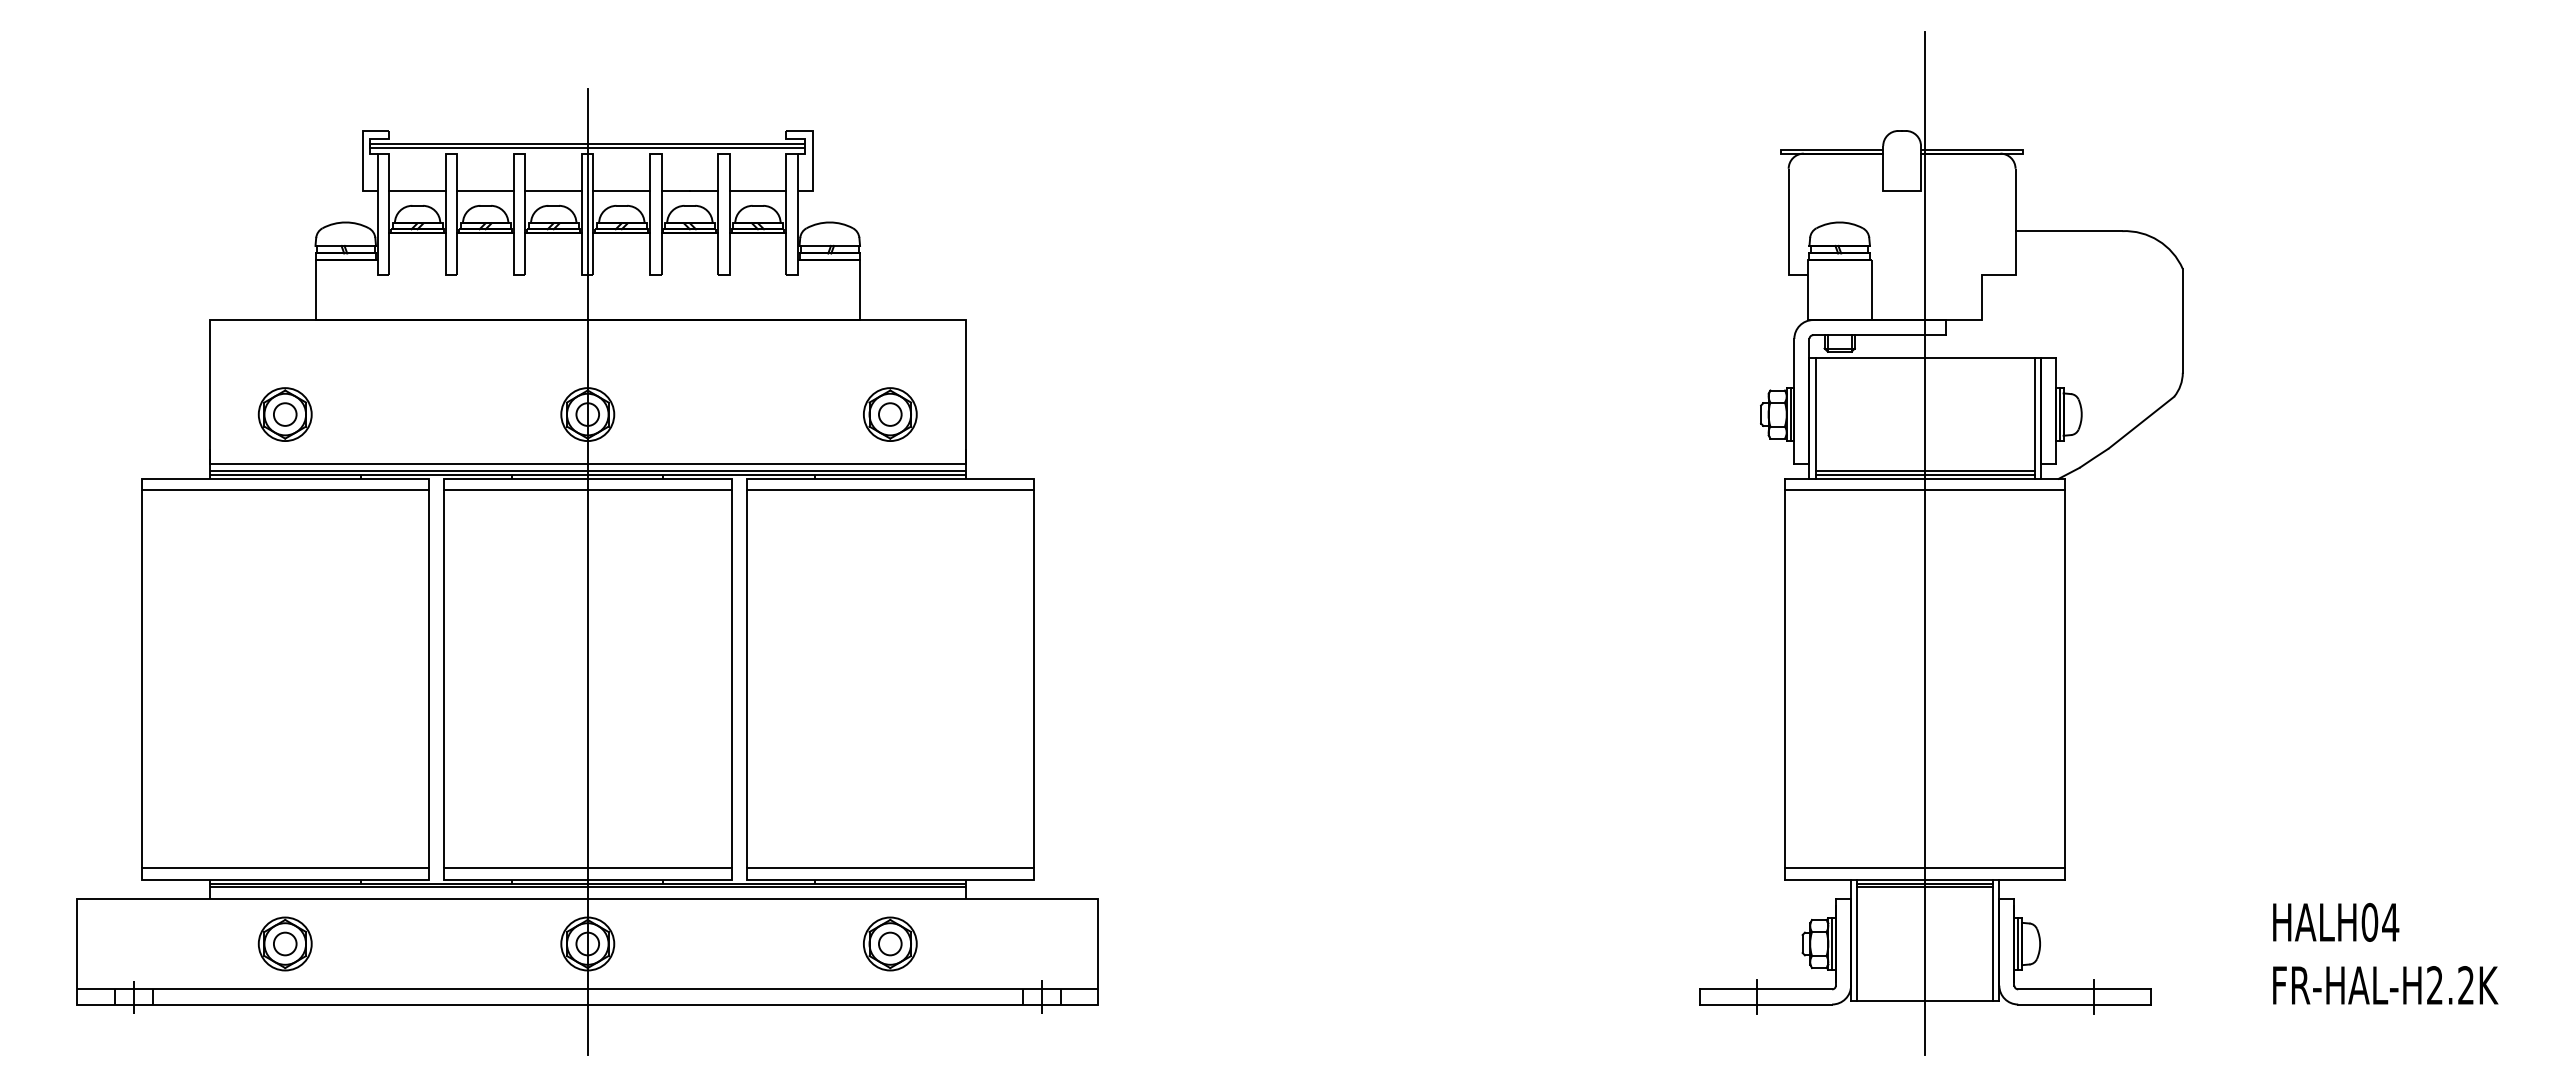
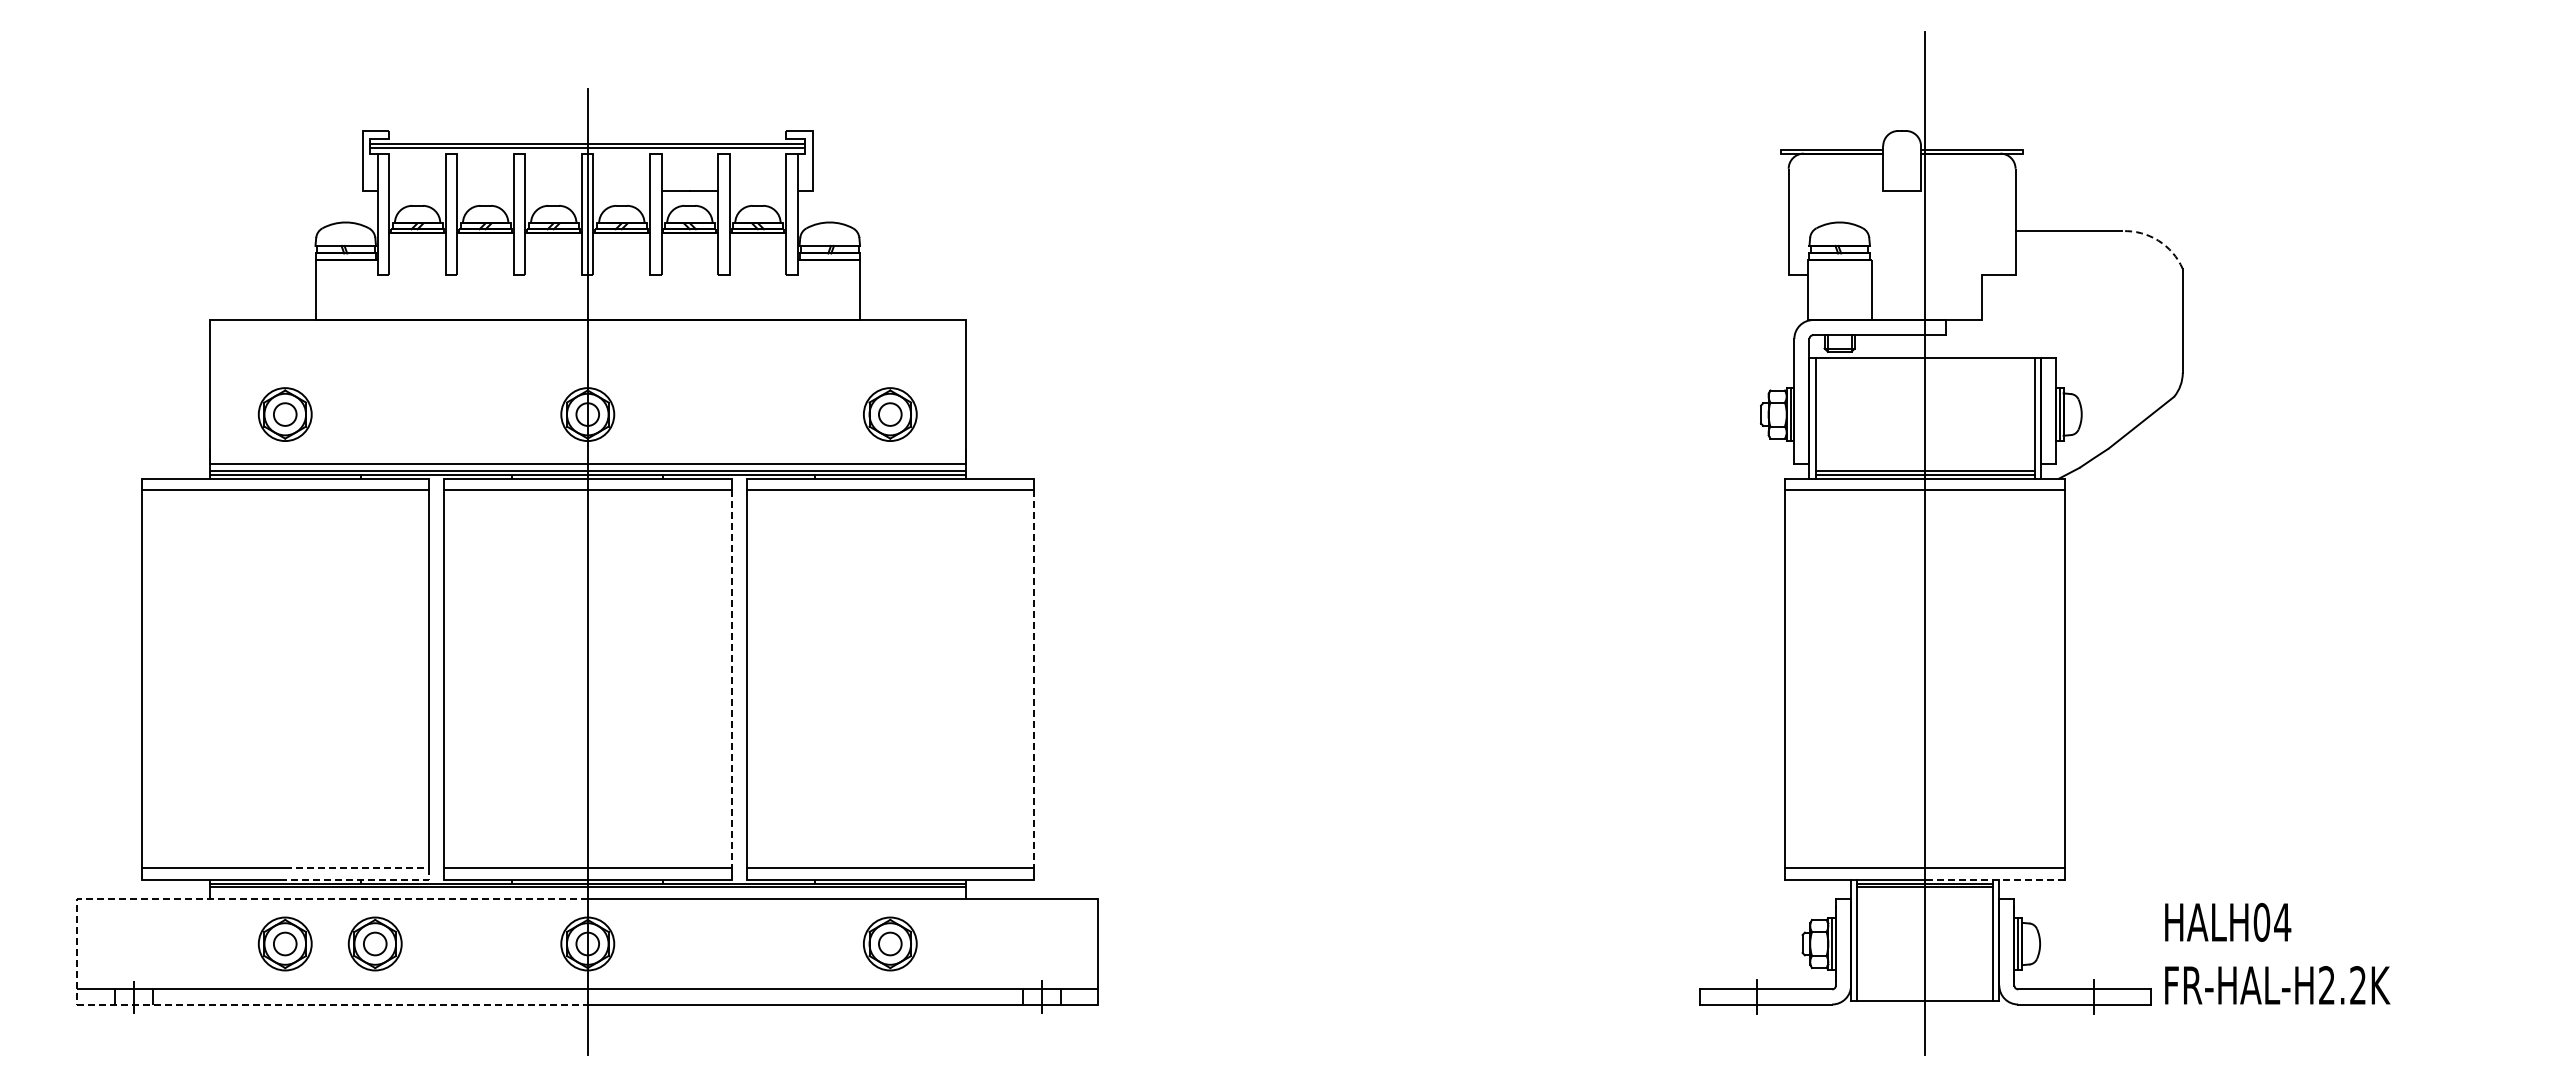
line at (417, 191): present -> none
line at (485, 191): present -> none
line at (553, 191): present -> none
line at (621, 191): present -> none
line at (757, 191): present -> none
arc at (2158, 240): solid -> dashed
line at (731, 679): solid -> dashed
line at (1034, 679): solid -> dashed
line at (428, 874): solid -> dashed
line at (1995, 879): solid -> dashed
part at (374, 943): none -> present
line at (77, 951): solid -> dashed
text at (2385, 953) position: (2385, 953) -> (2277, 953)
